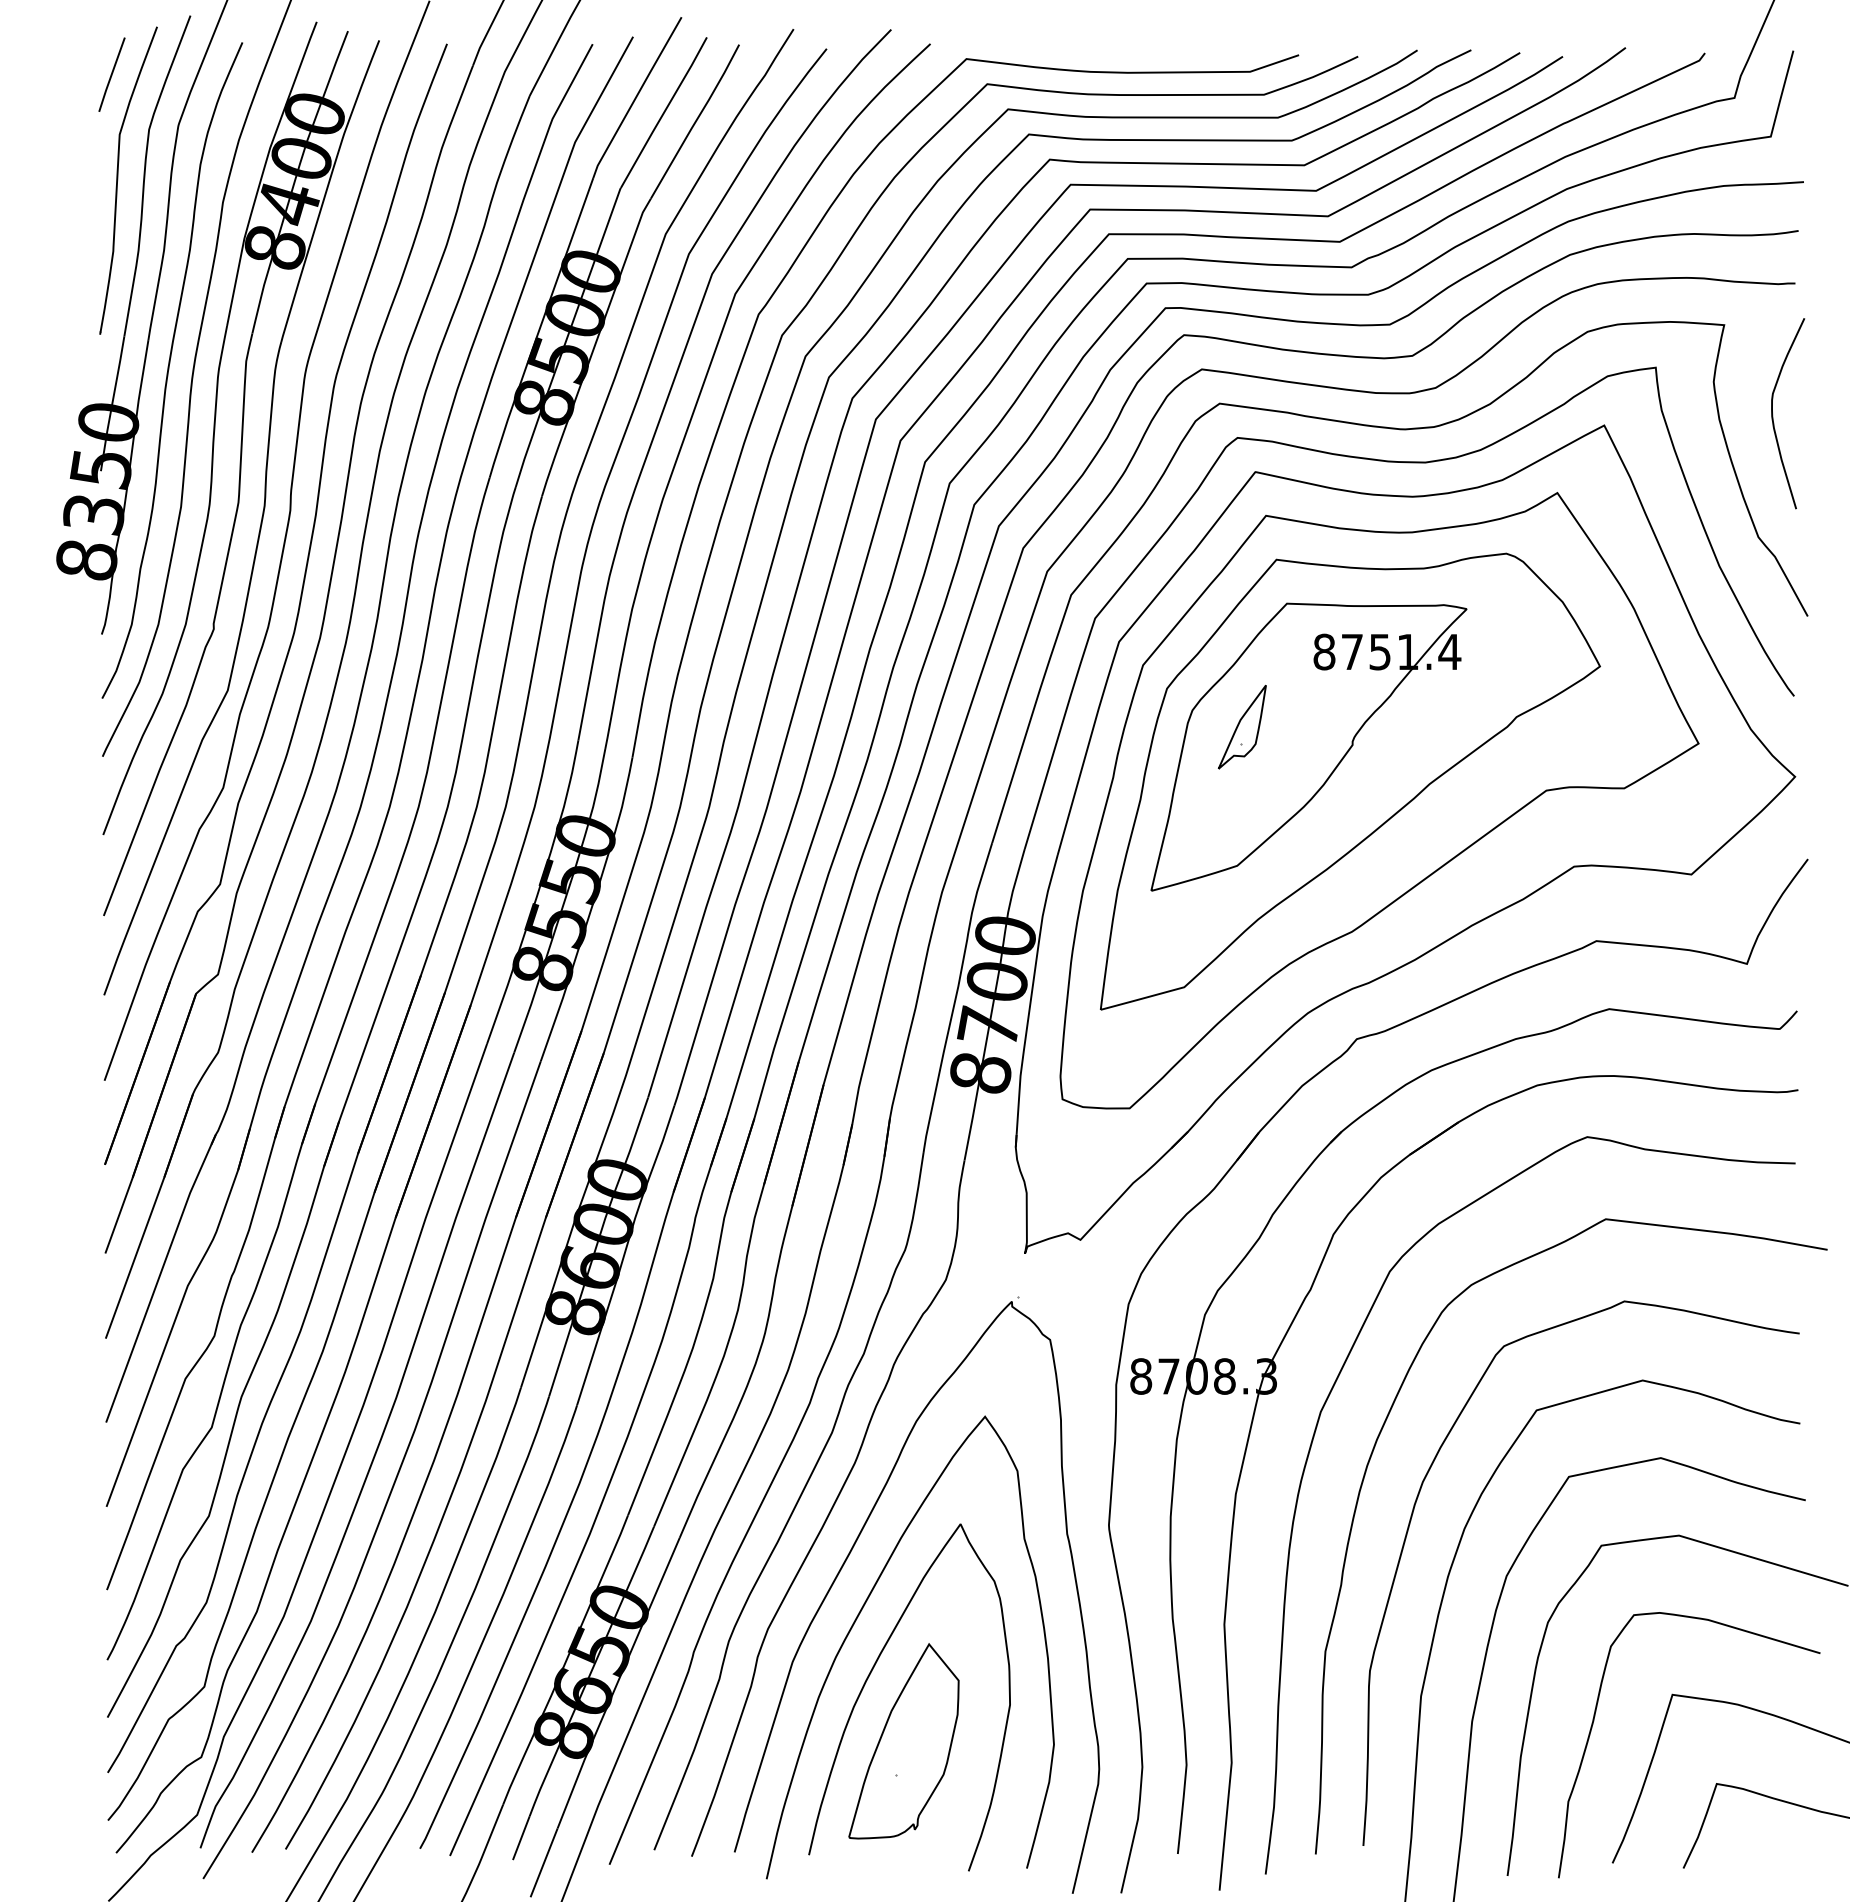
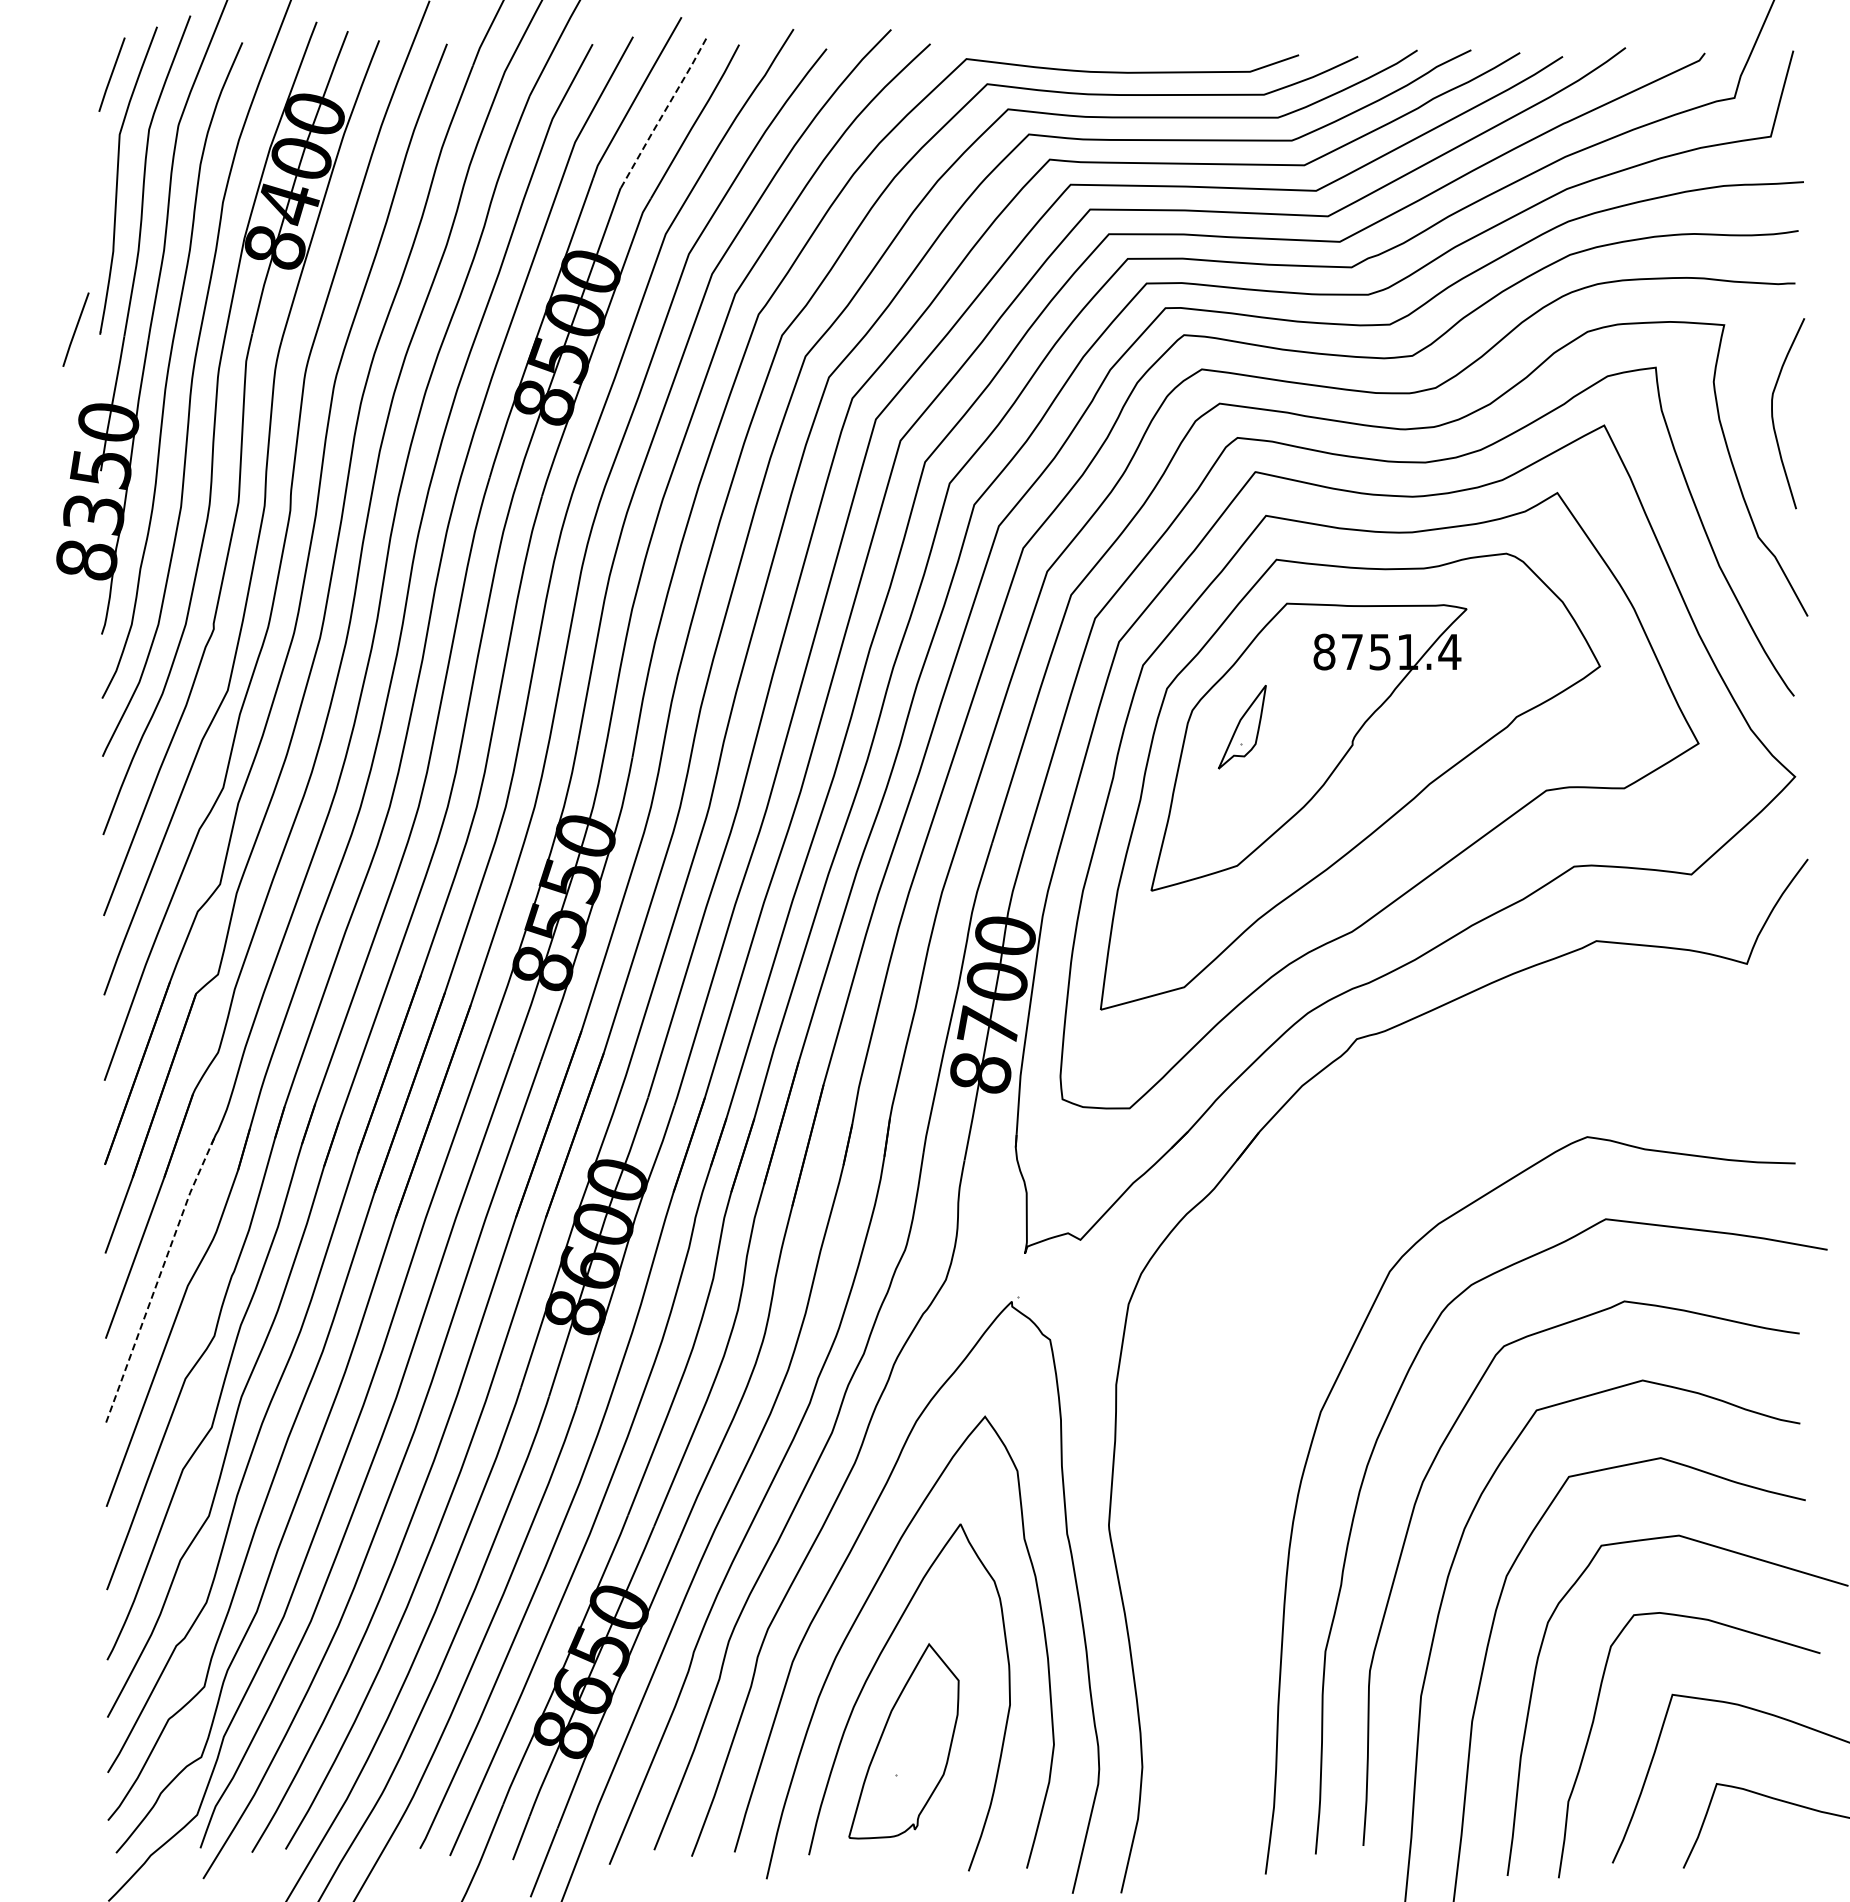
line at (664, 112): solid -> dashed
line at (75, 329): none -> present
line at (159, 1276): solid -> dashed
part at (1276, 1388): present -> none
